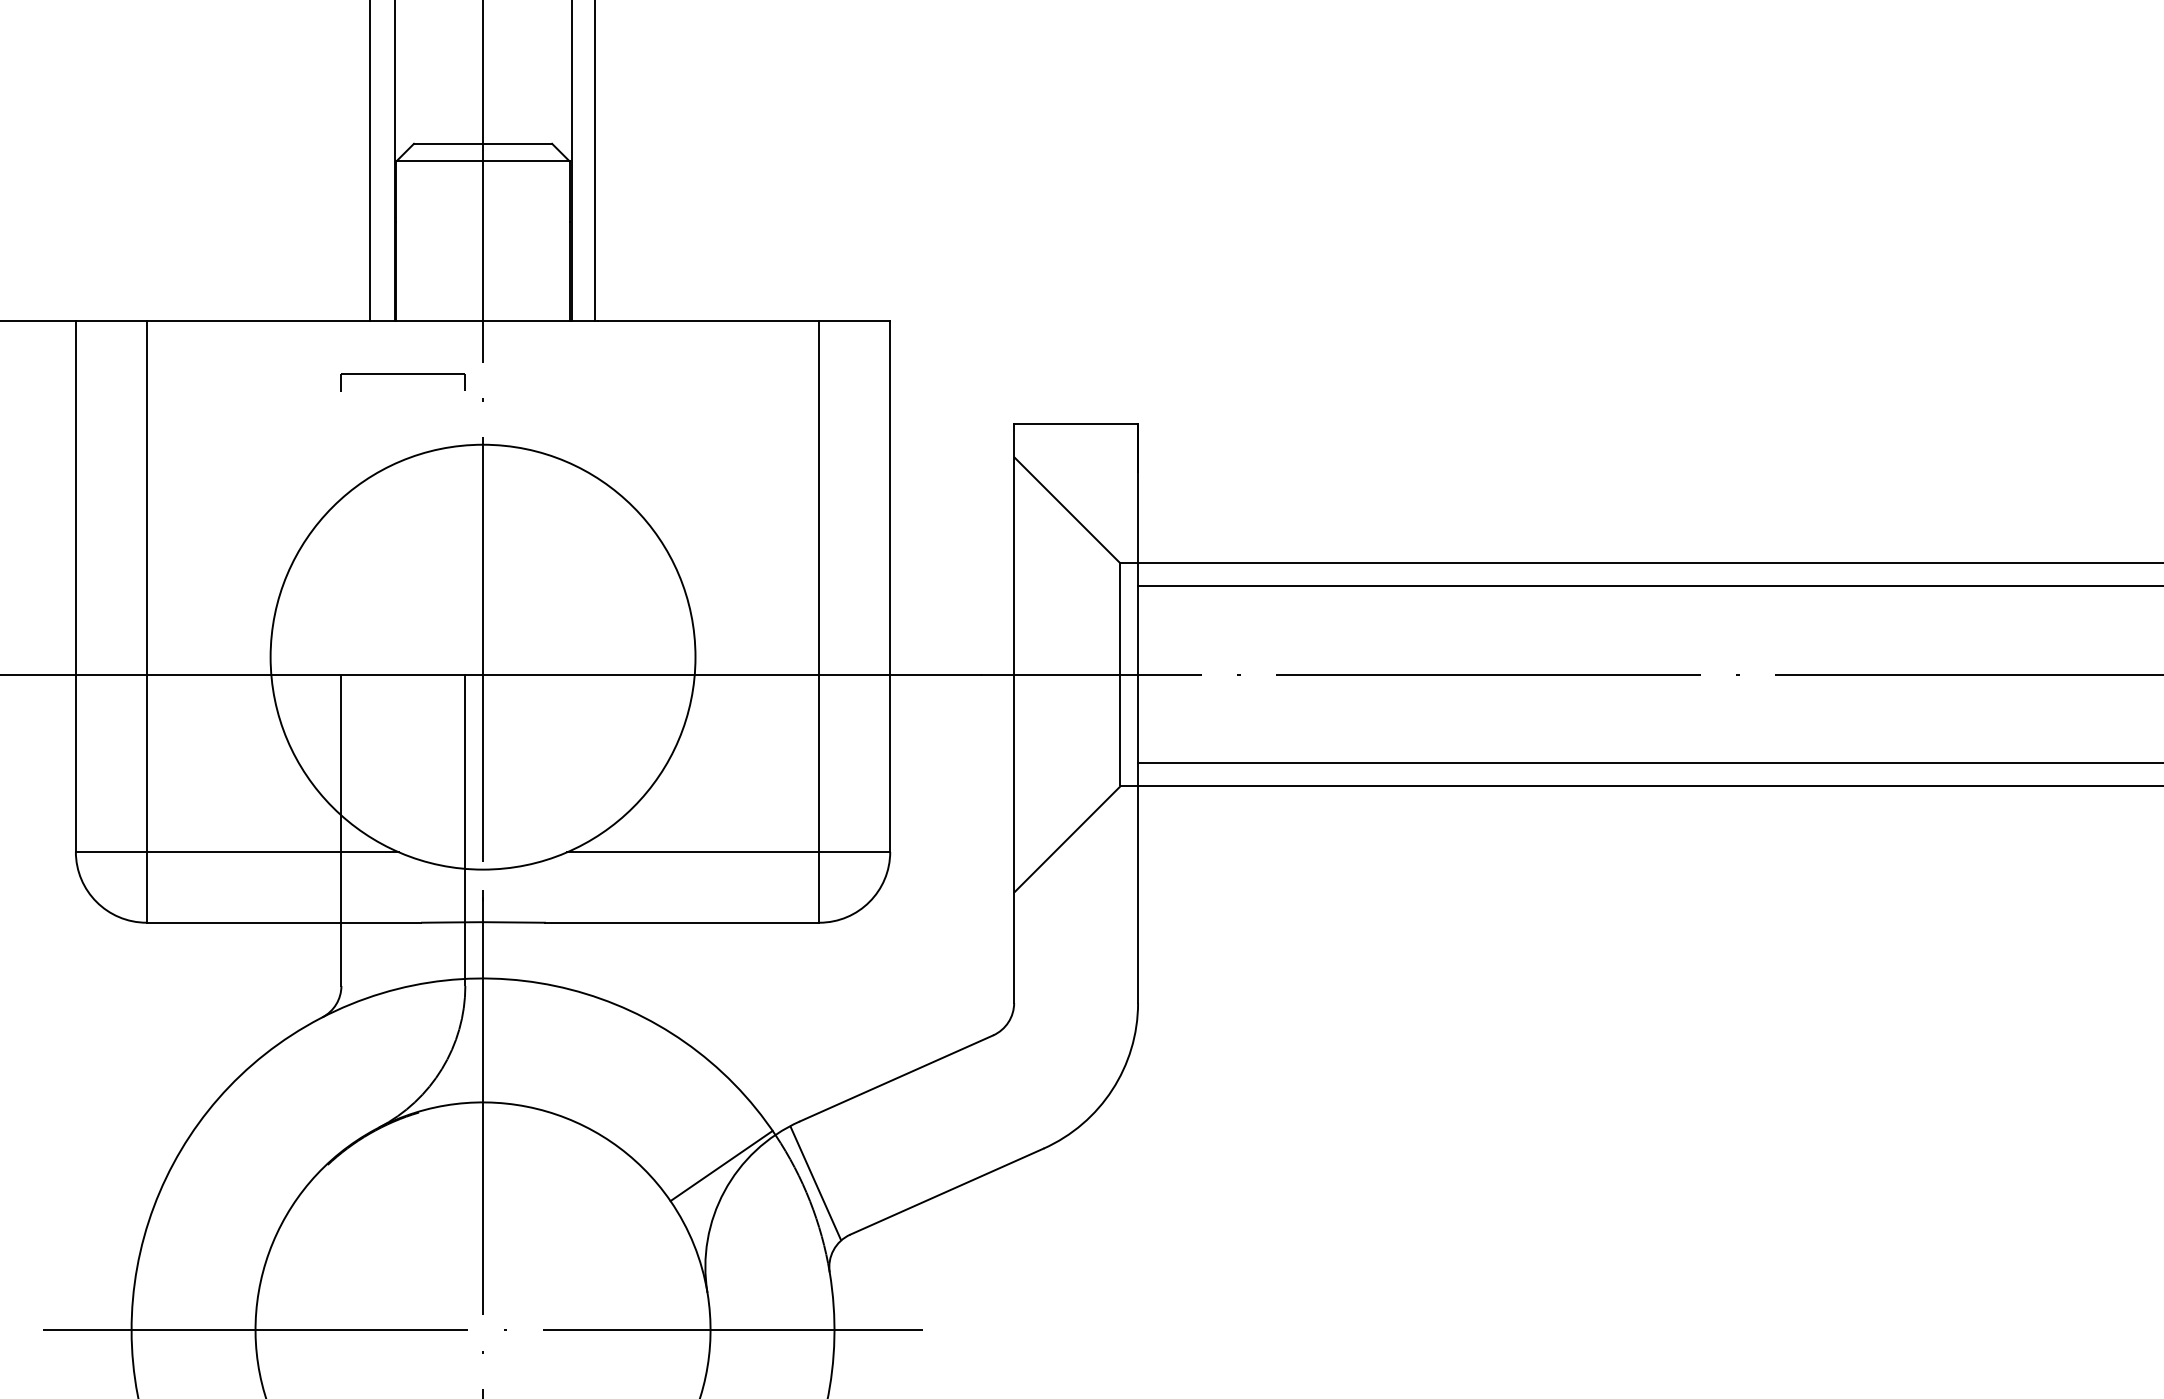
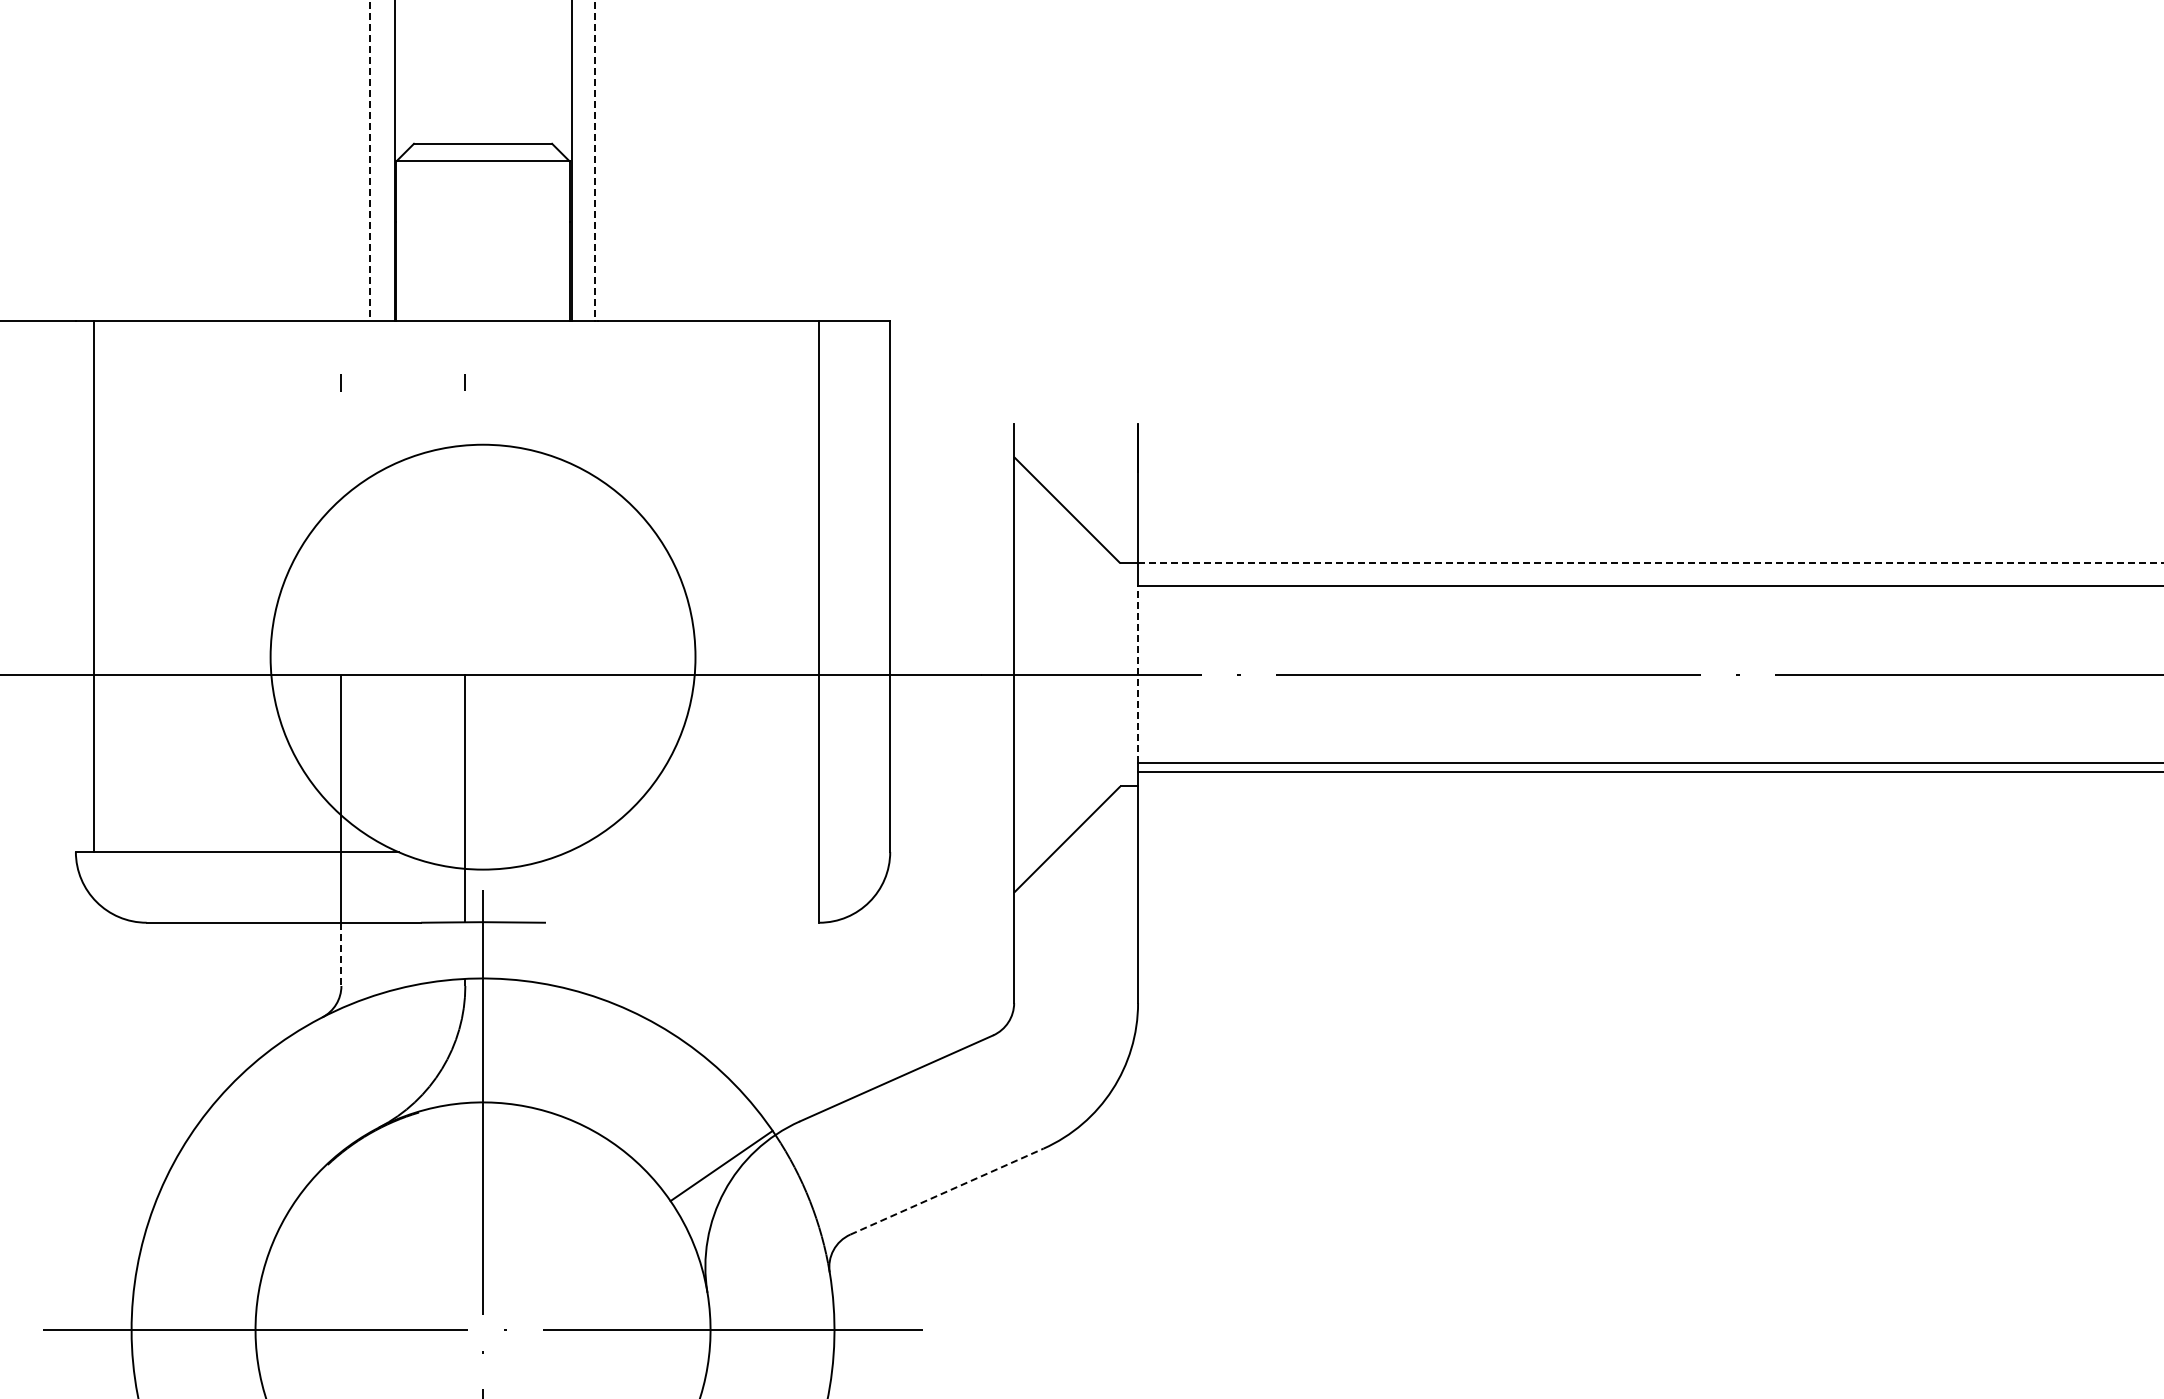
line at (370, 160): solid -> dashed
line at (594, 160): solid -> dashed
line at (403, 373): present -> none
line at (1076, 423): present -> none
line at (483, 462): present -> none
line at (1650, 563): solid -> dashed
line at (75, 585) position: (75, 585) -> (93, 585)
line at (146, 621): present -> none
line at (1120, 674): present -> none
line at (1138, 674): solid -> dashed
line at (1649, 786) position: (1649, 786) -> (1649, 772)
line at (728, 851): present -> none
line at (682, 922): present -> none
line at (465, 950): present -> none
line at (341, 954): solid -> dashed
line at (815, 1183): present -> none
line at (946, 1191): solid -> dashed
